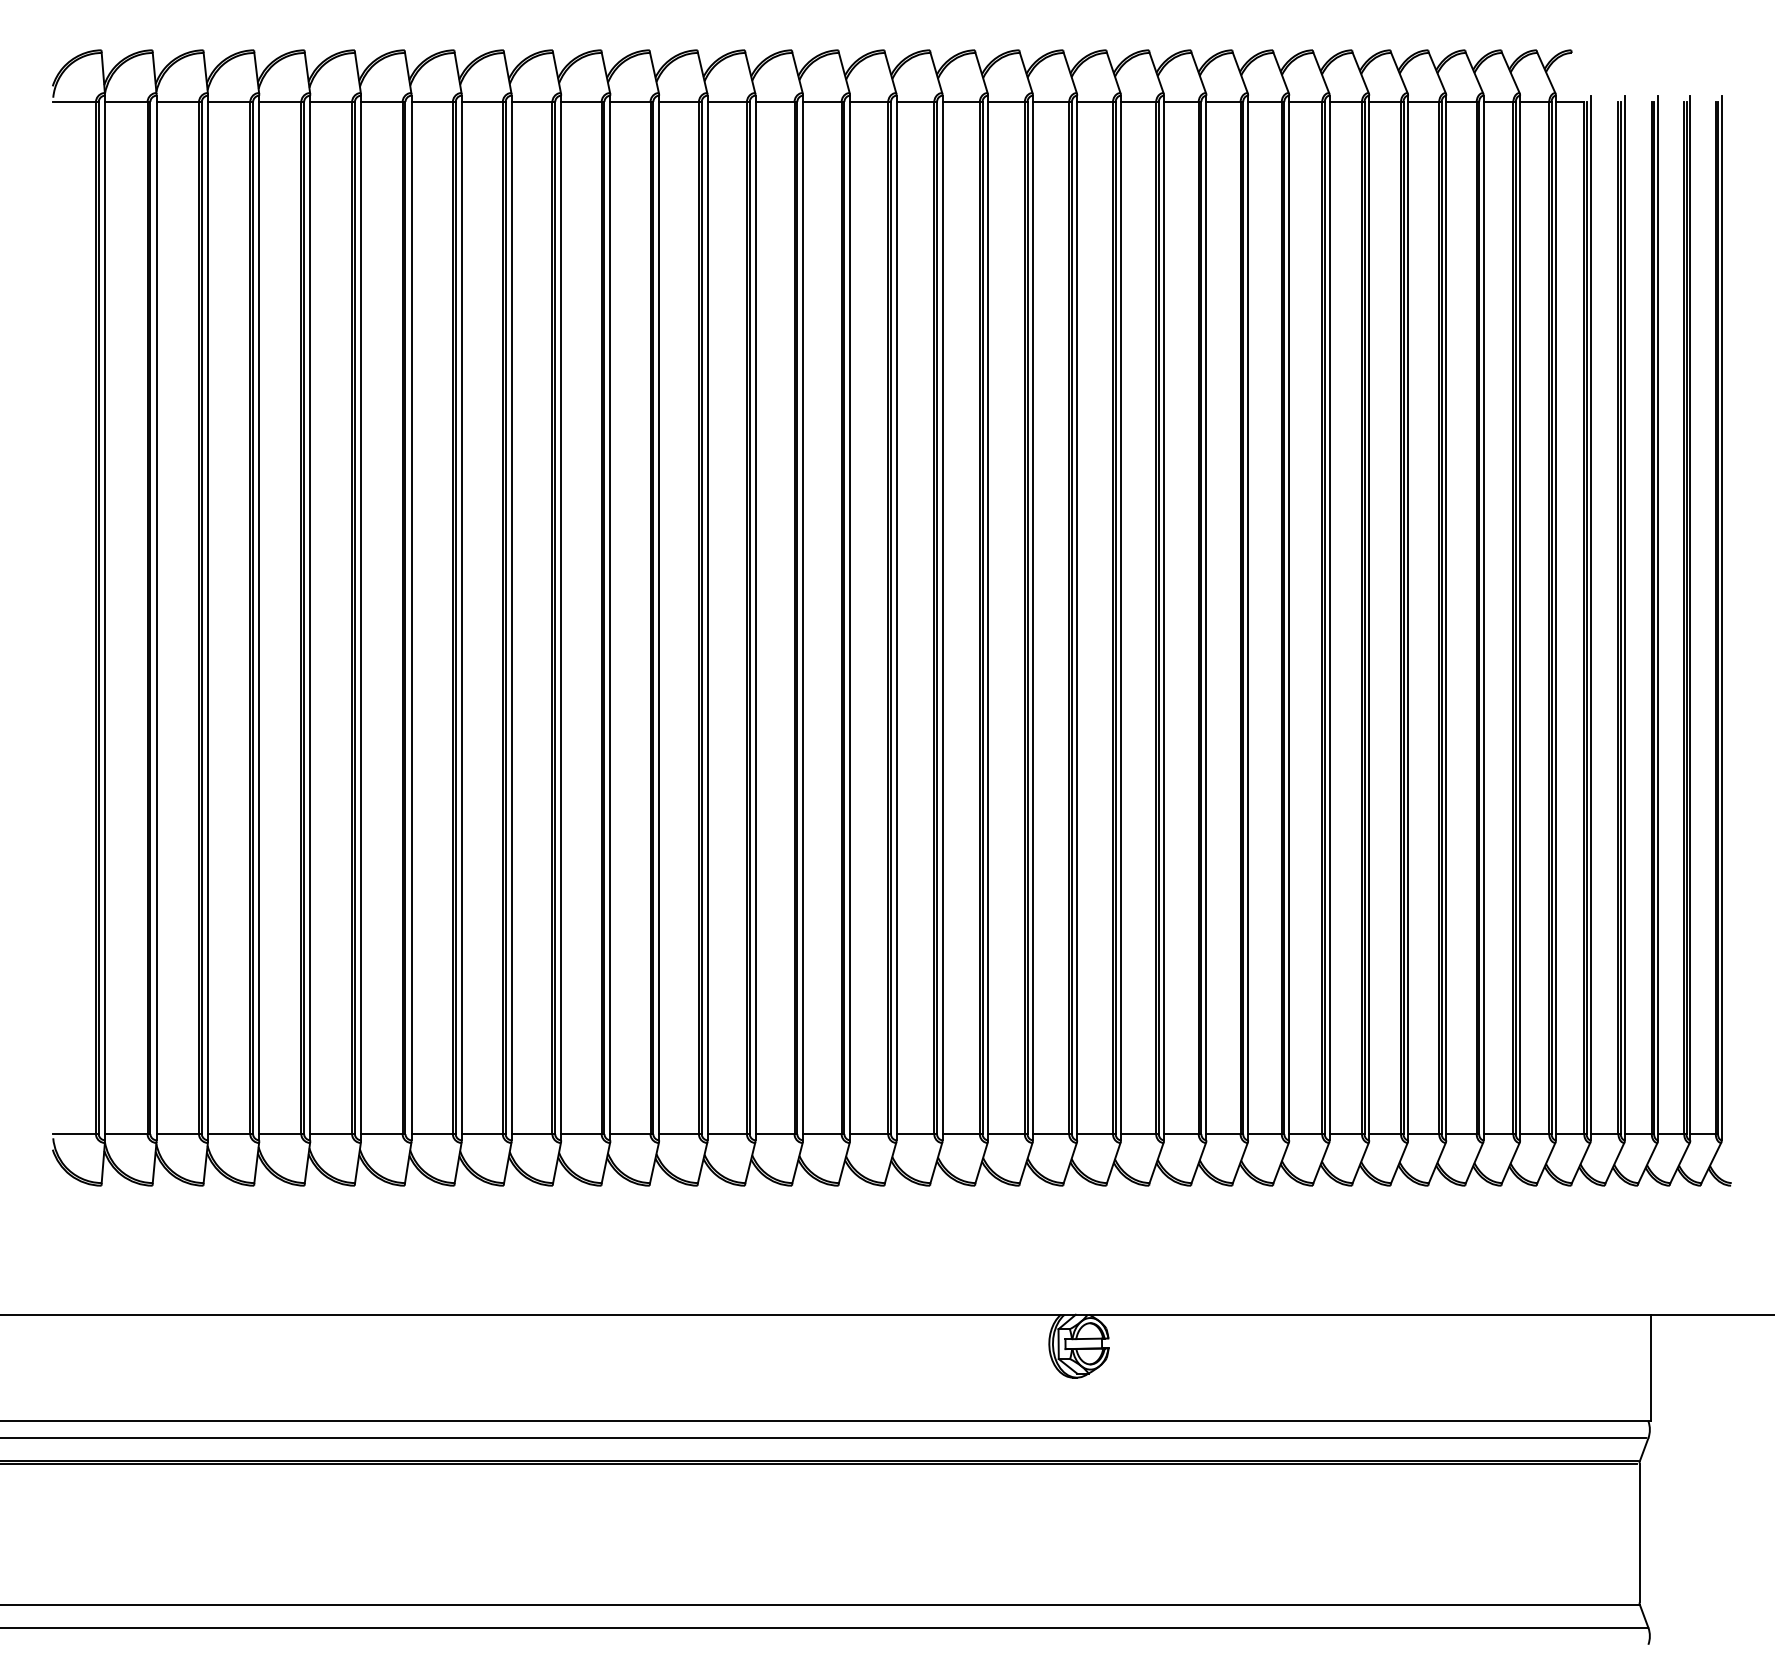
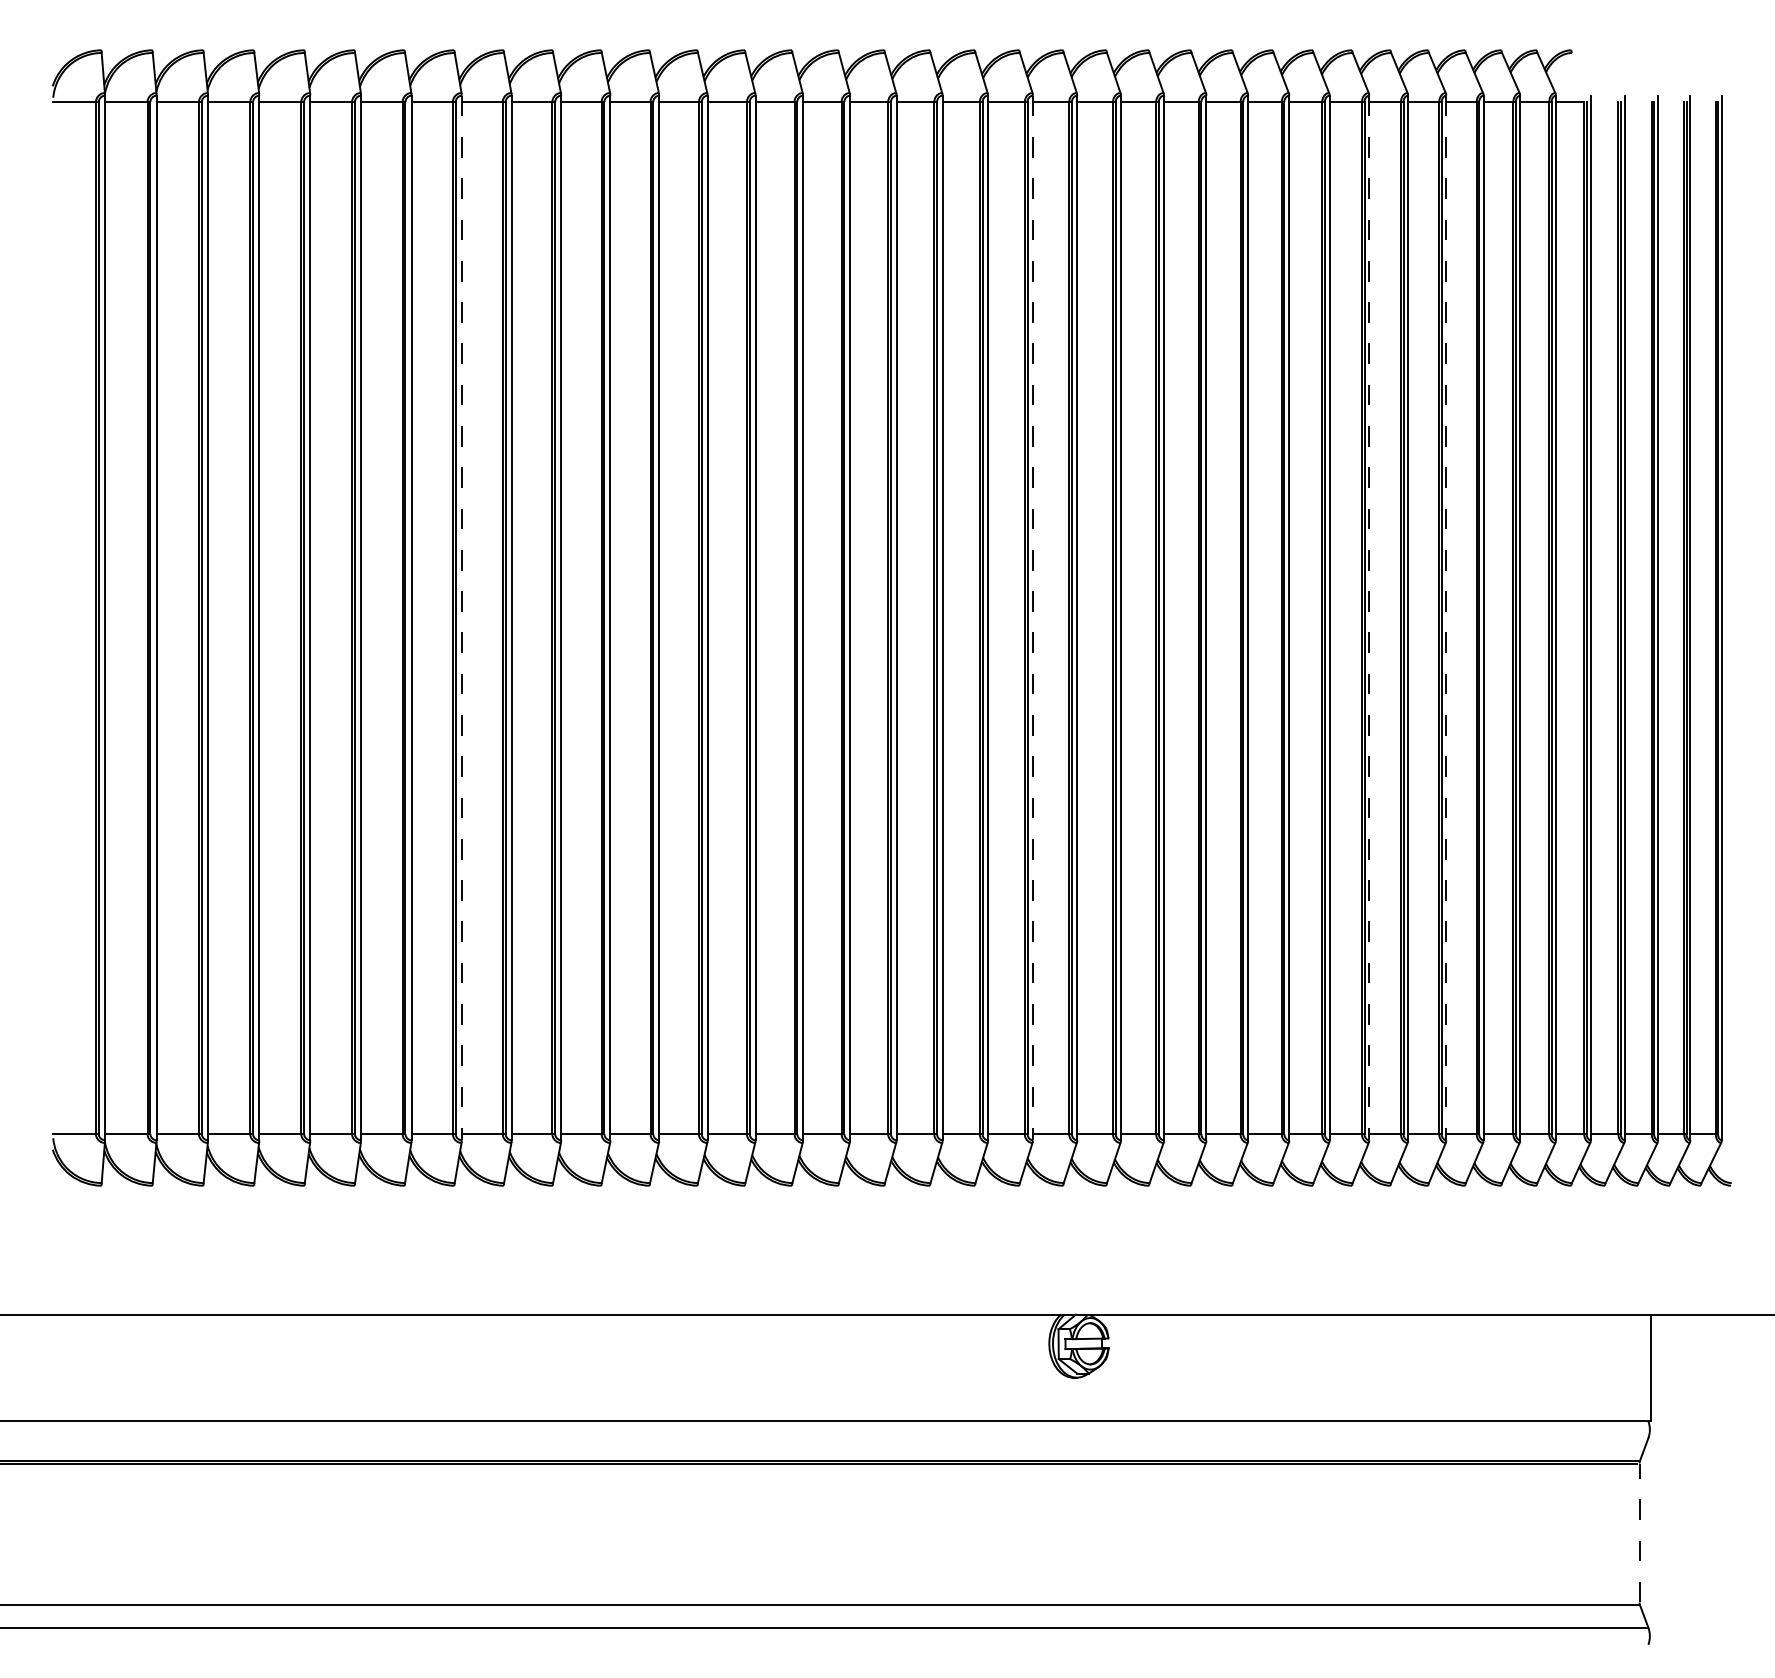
line at (461, 618): solid -> dashed
line at (1032, 618): solid -> dashed
line at (1369, 618): solid -> dashed
line at (1446, 618): solid -> dashed
line at (823, 1438): present -> none
line at (1639, 1532): solid -> dashed
